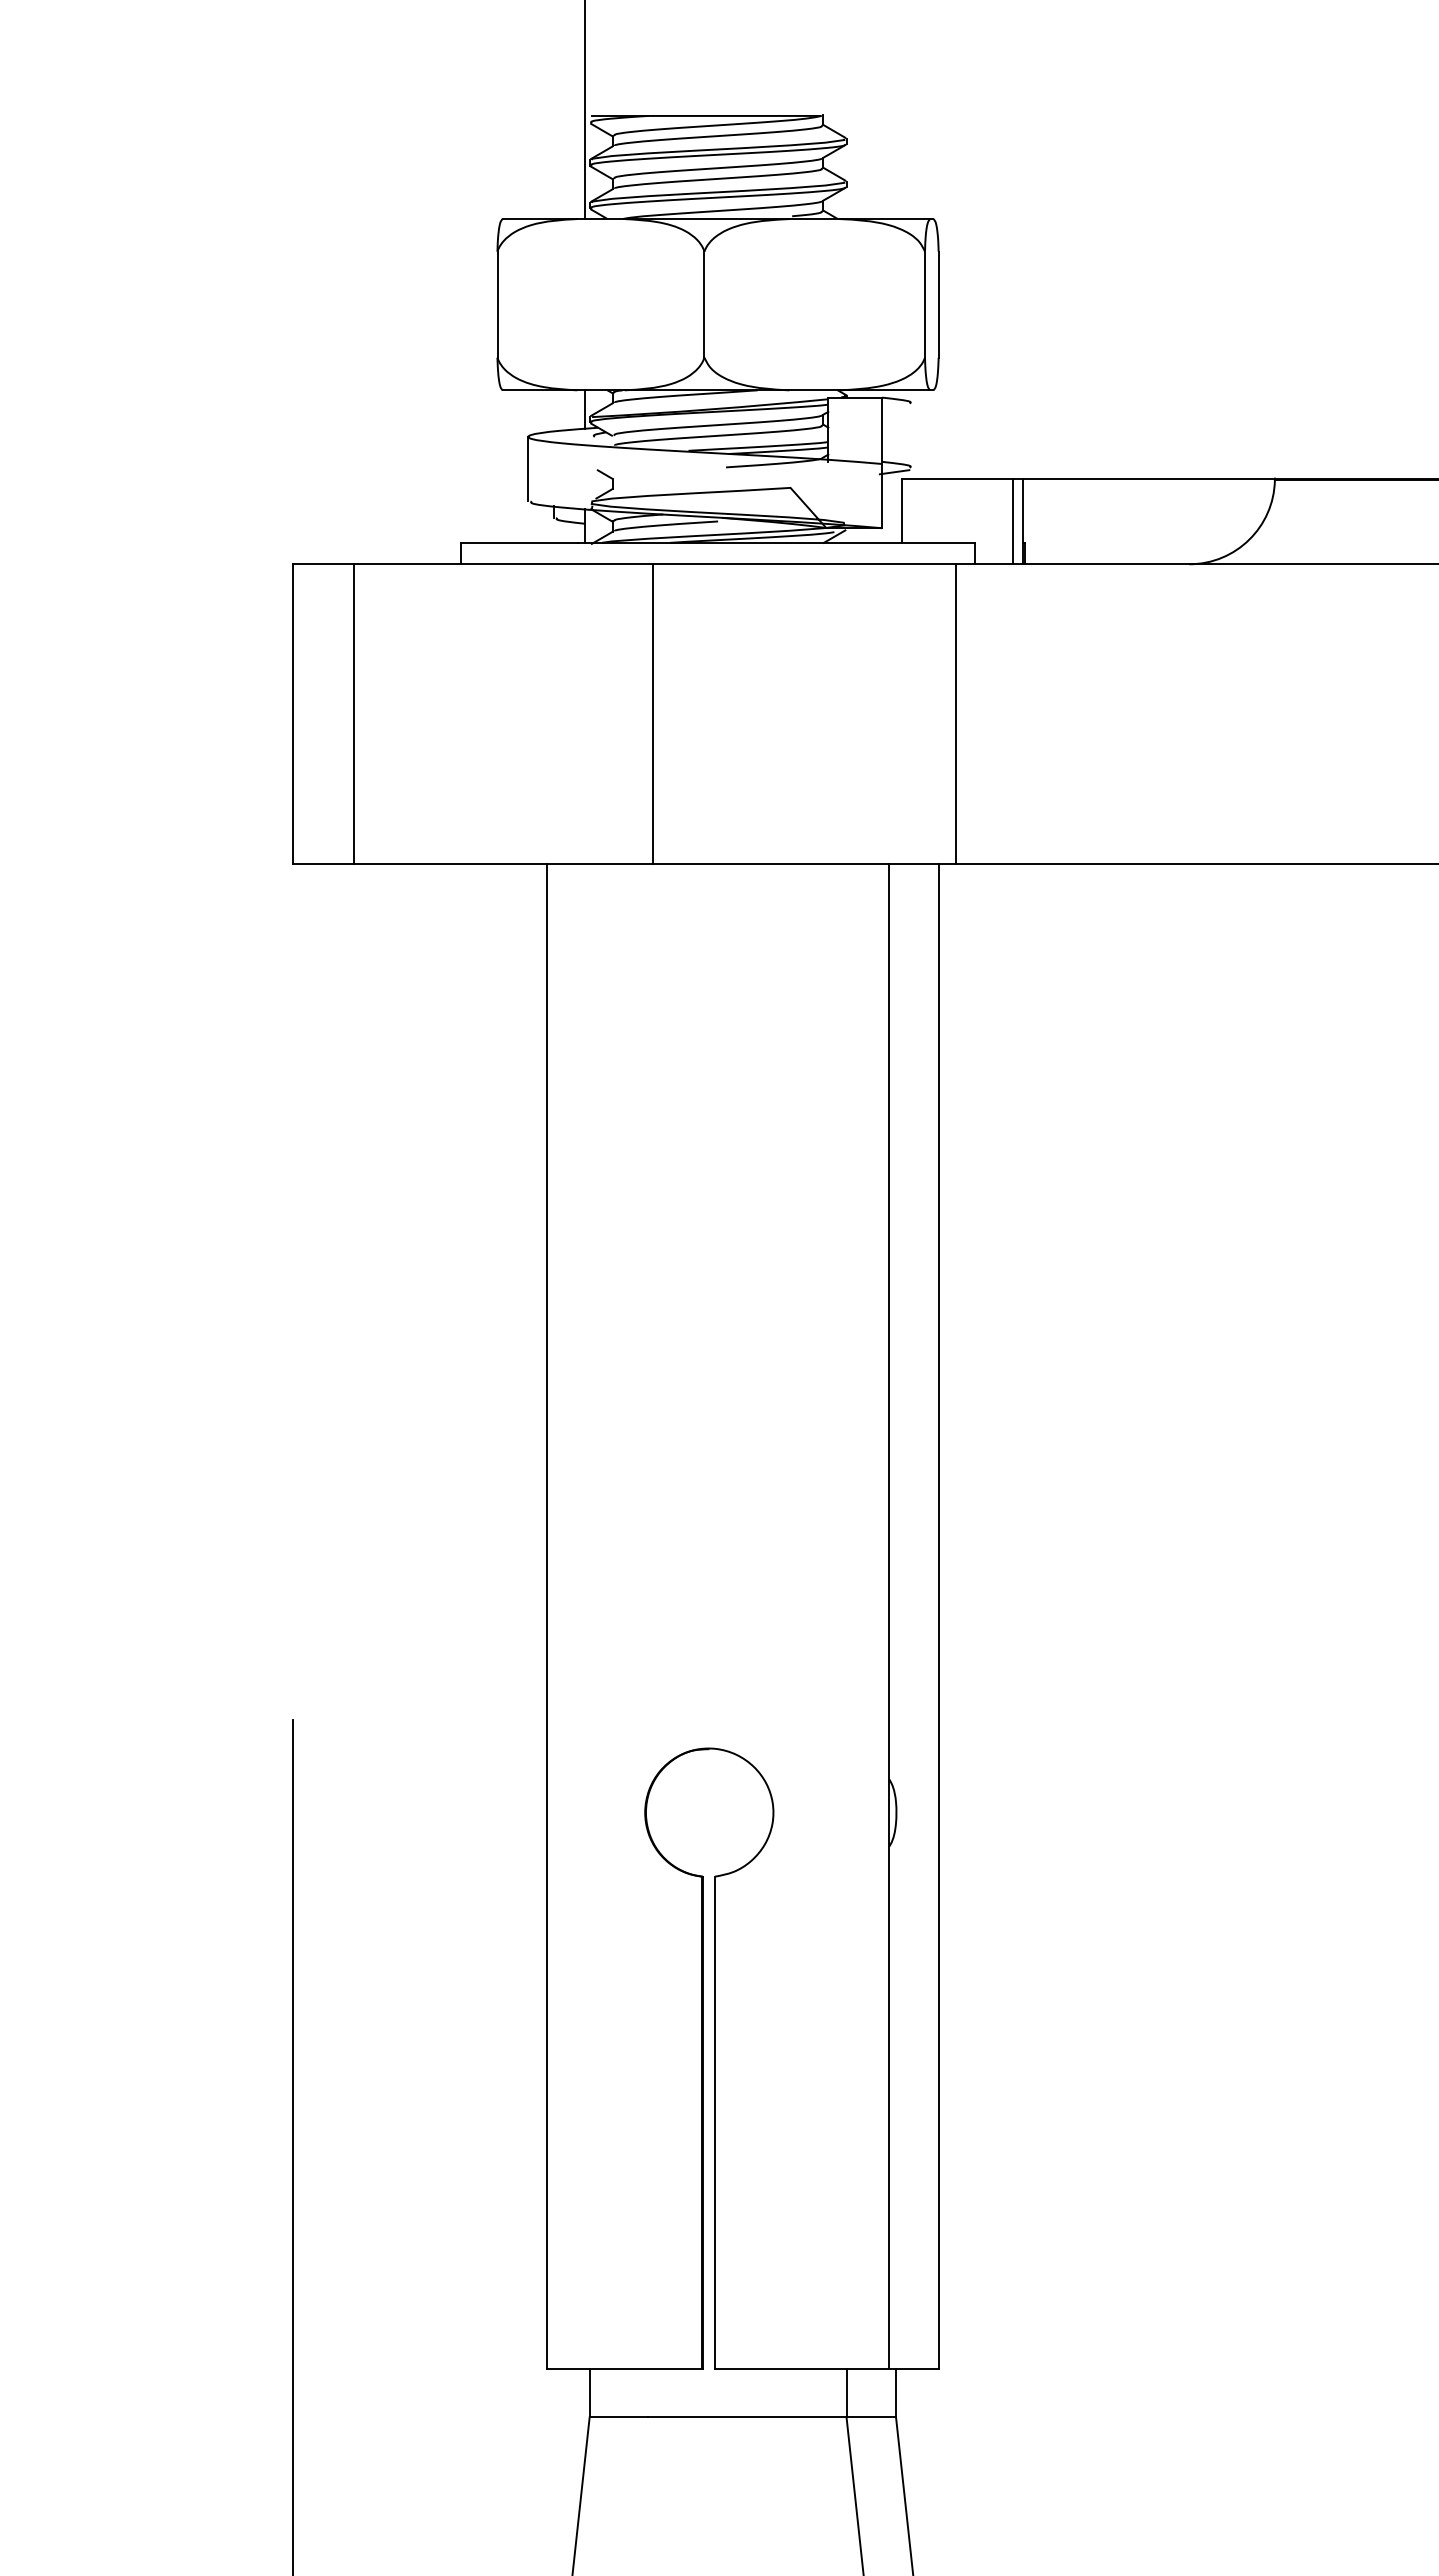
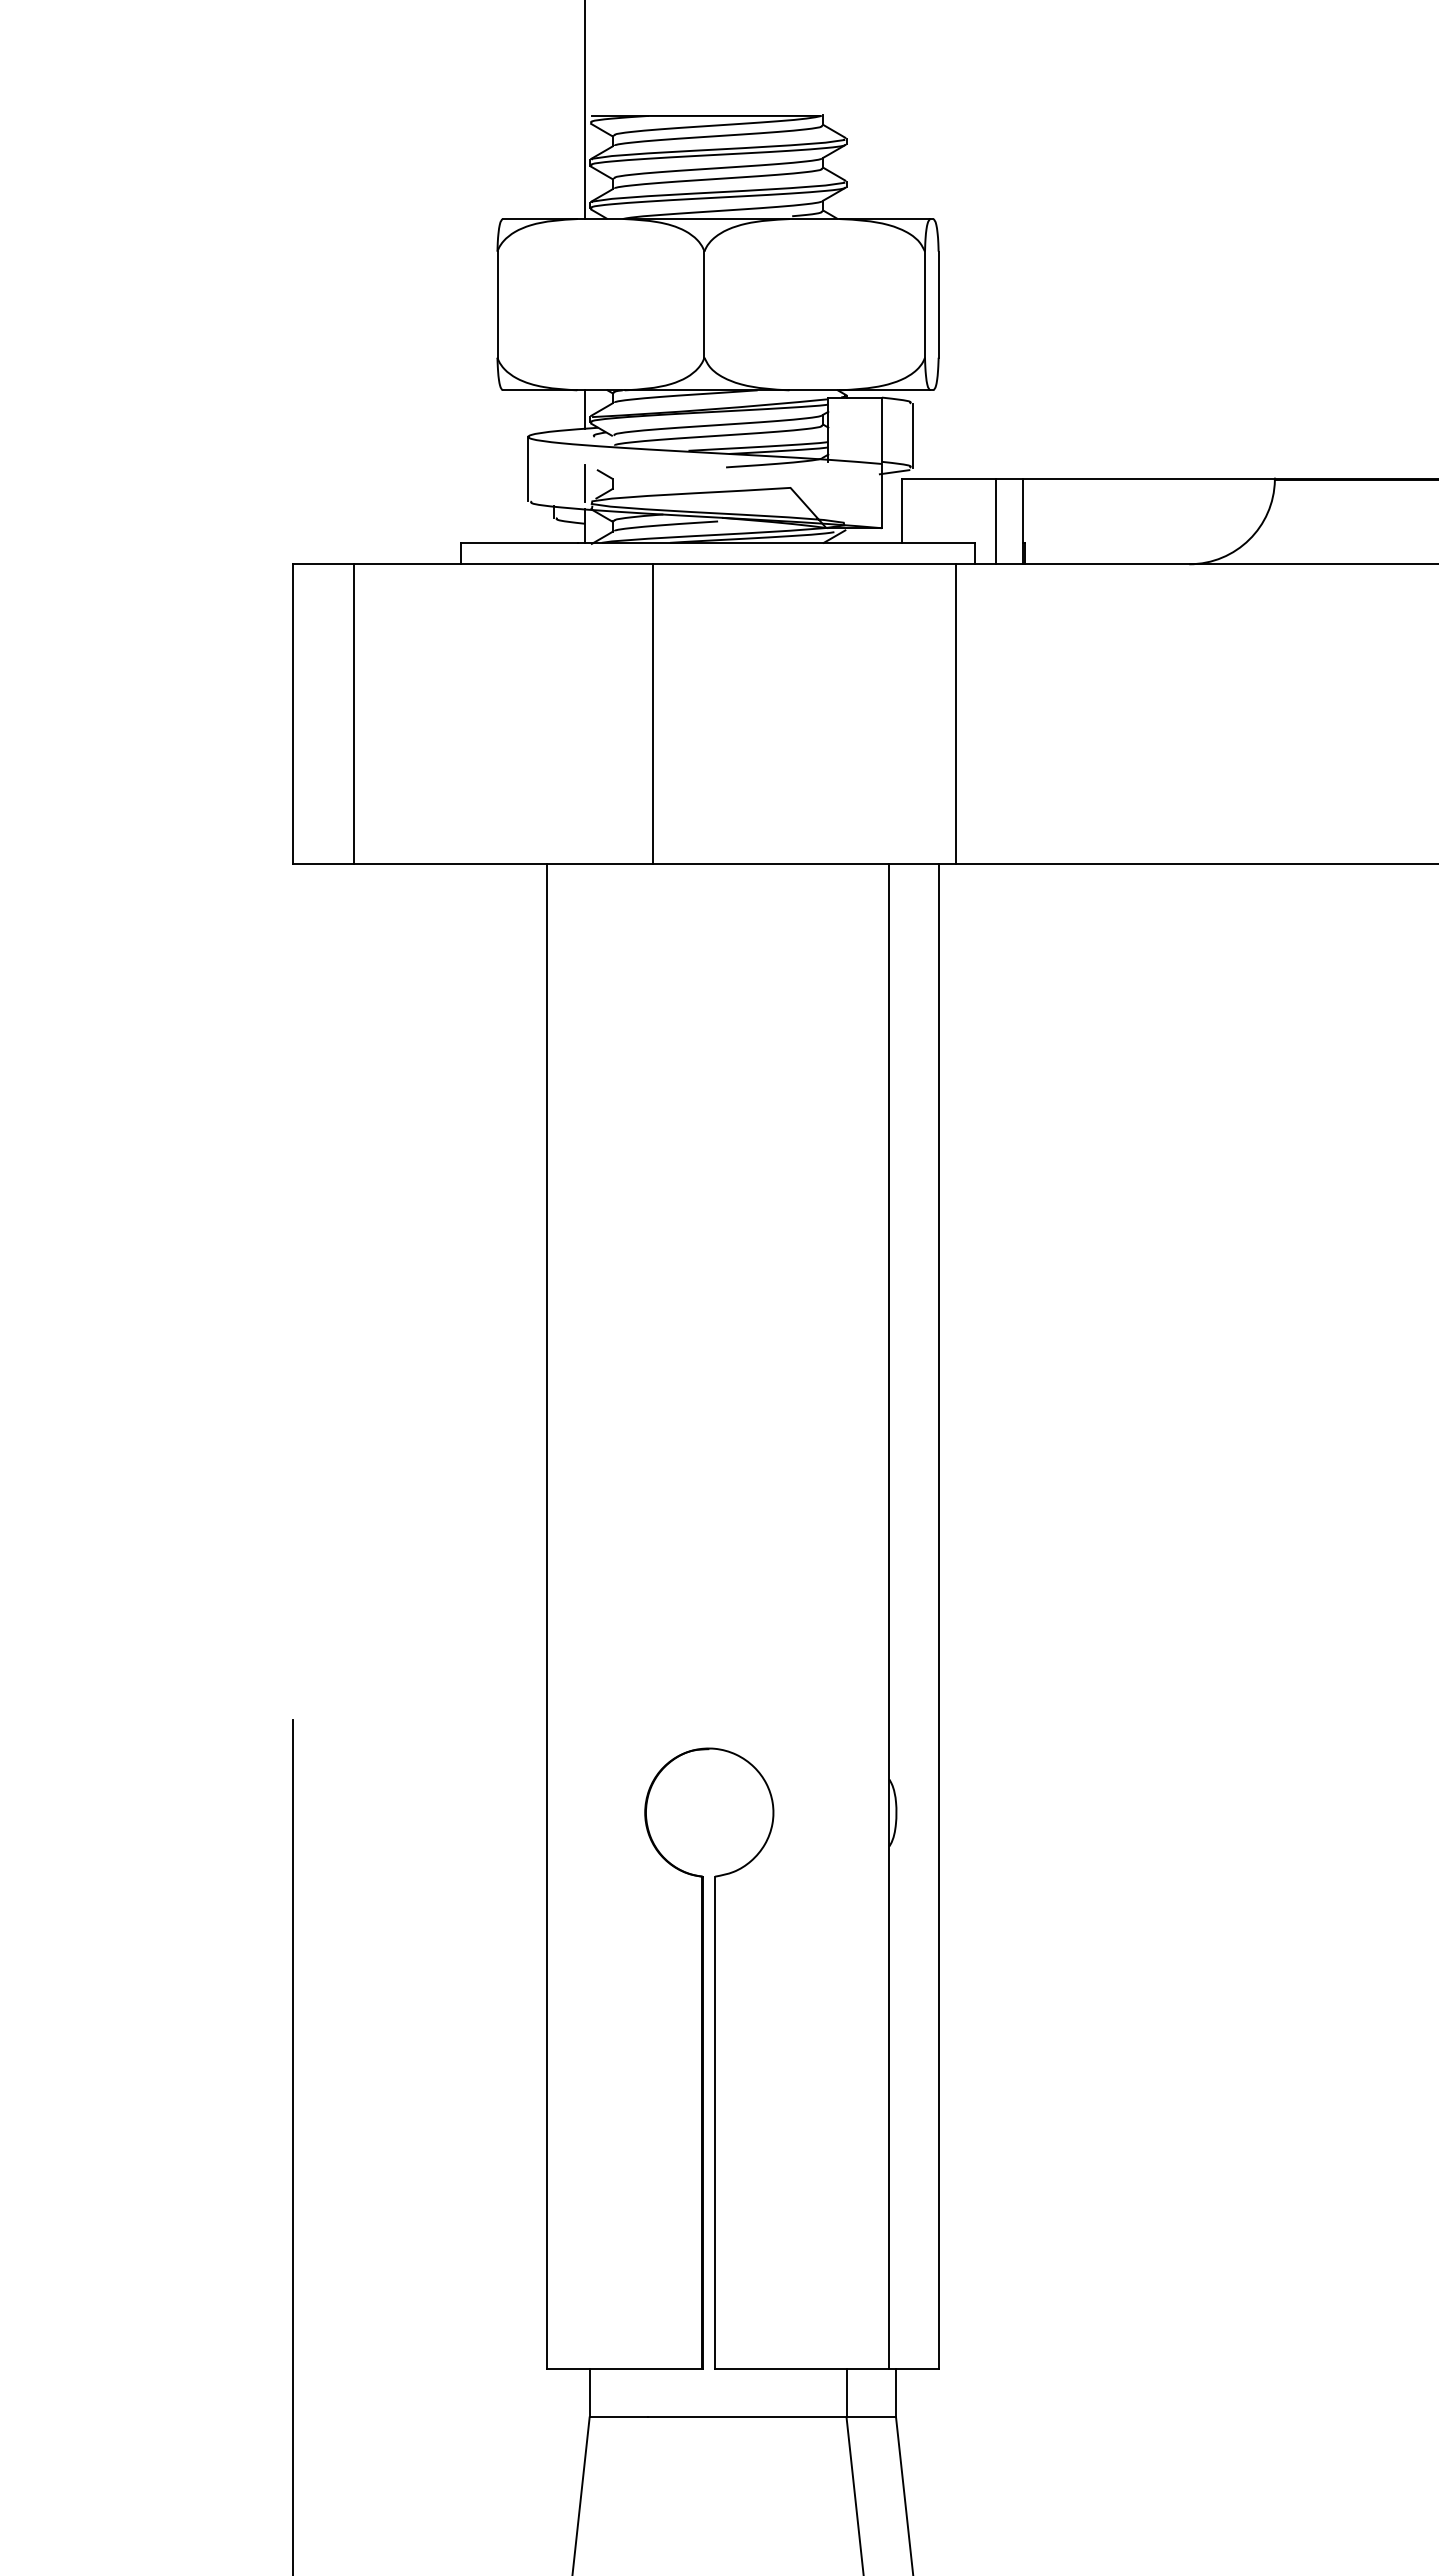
line at (913, 435): none -> present
line at (584, 482): none -> present
line at (1013, 521) position: (1013, 521) -> (996, 521)
